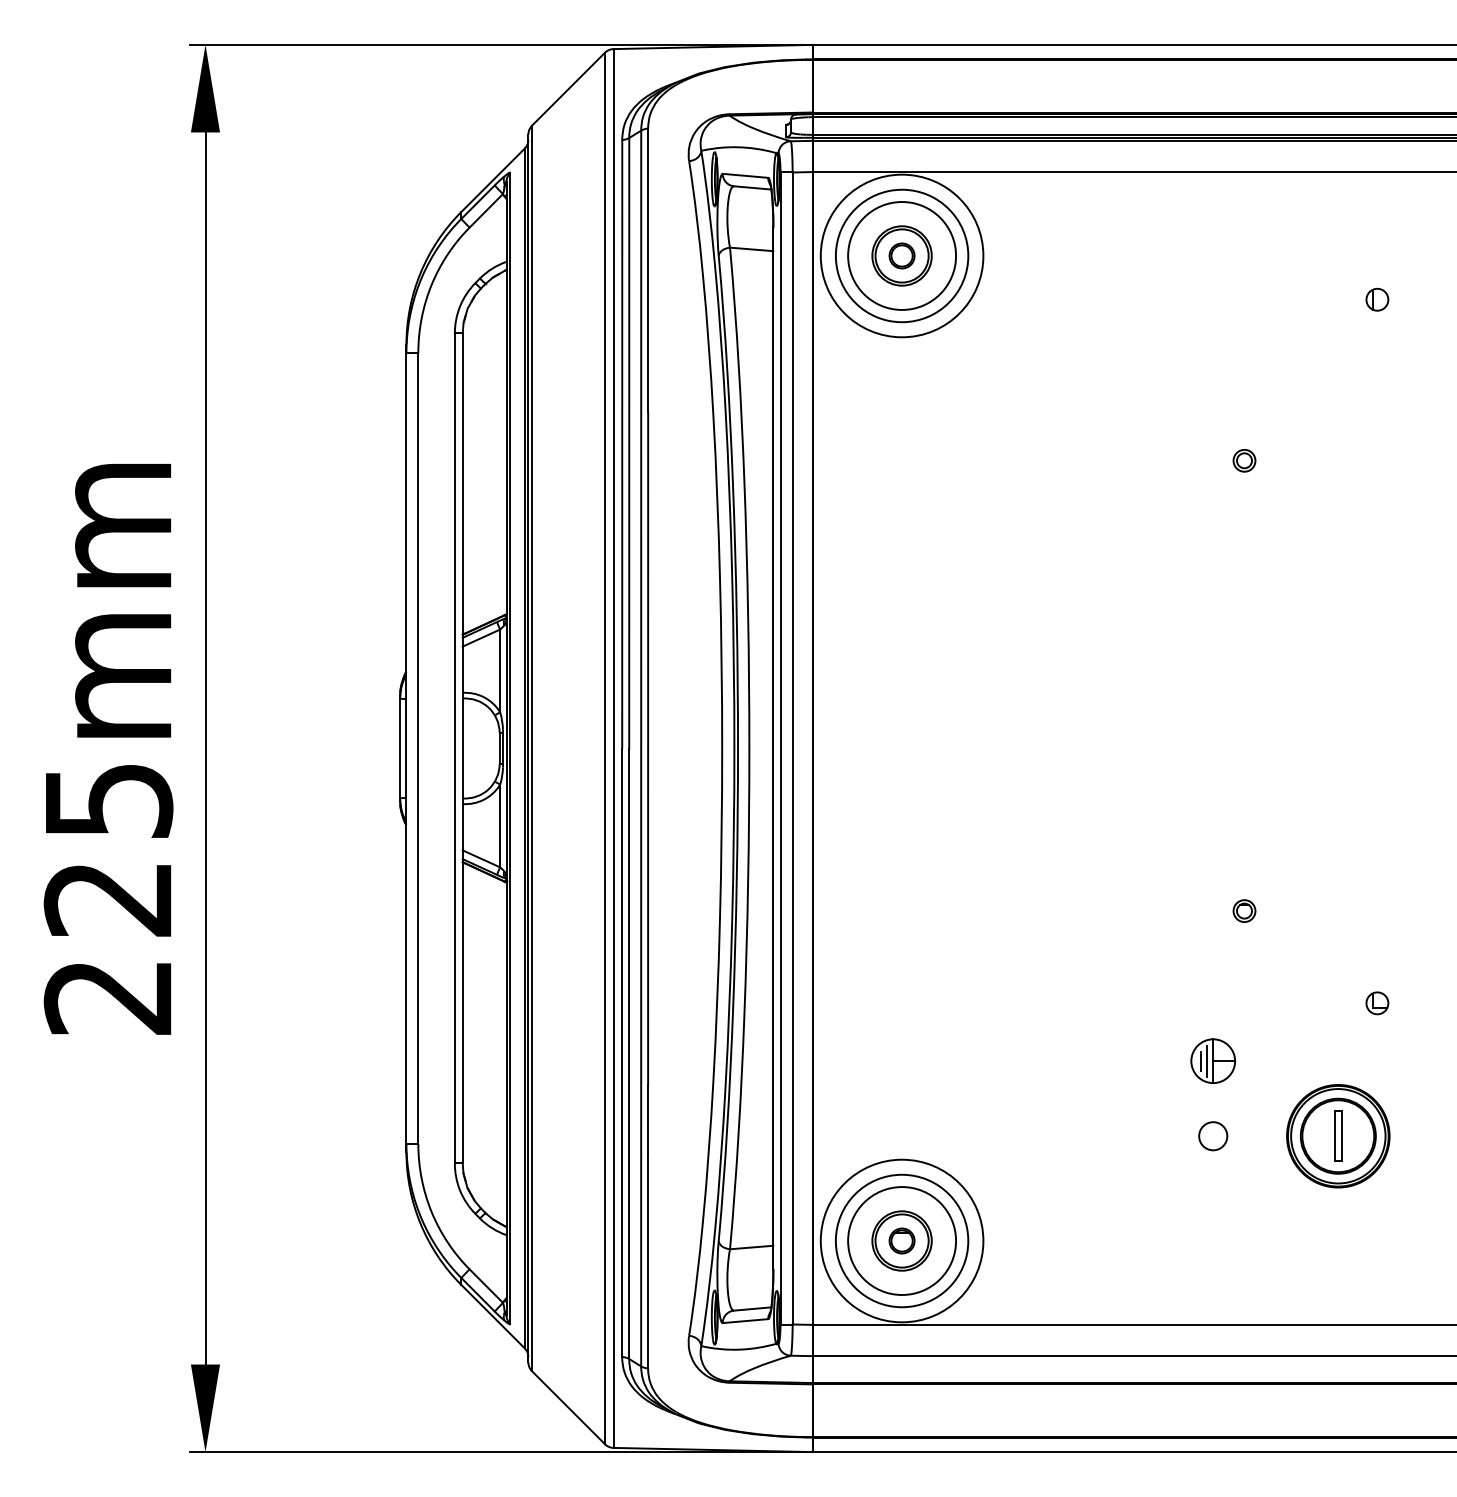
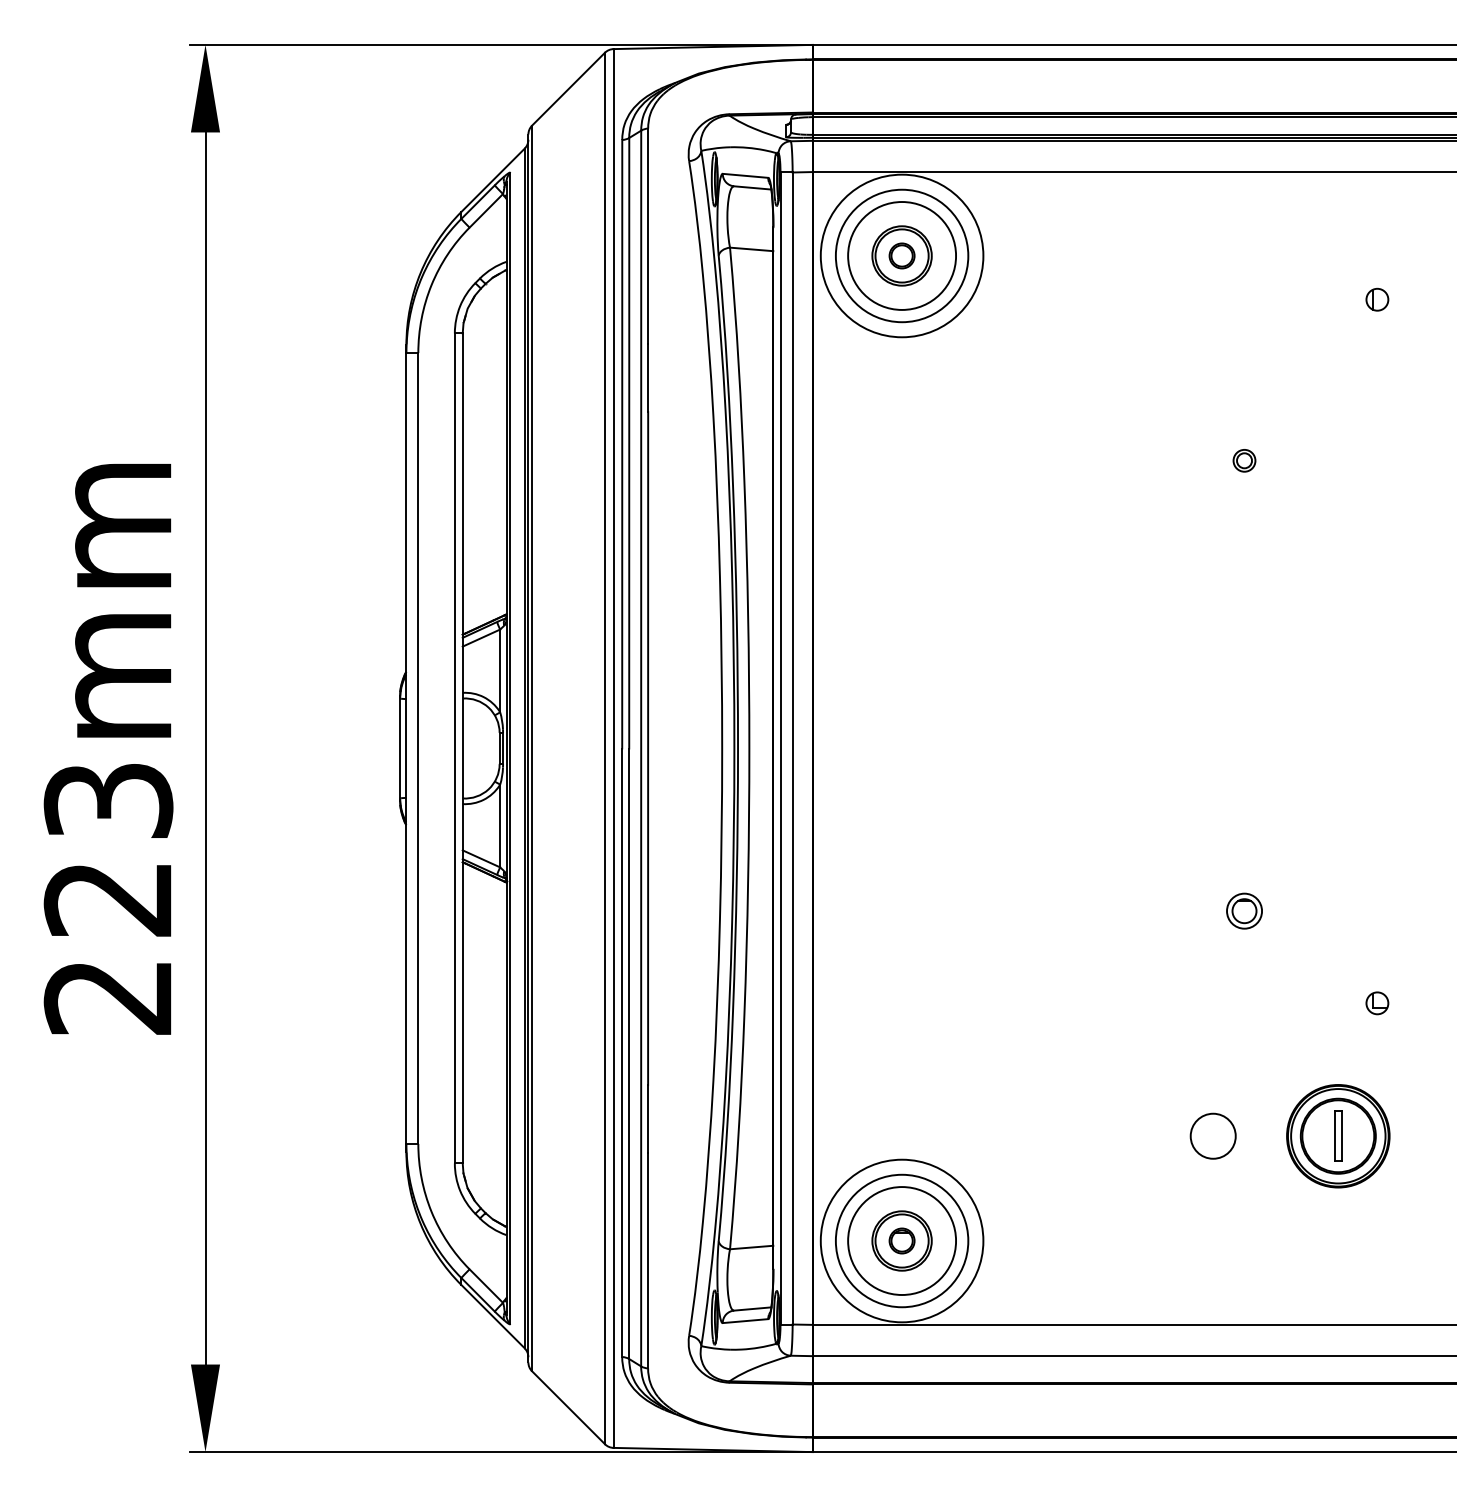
text at (108, 800): 225mm -> 223mm
part at (1244, 910) size: 25x24 px -> 37x38 px
part at (1212, 1060): present -> none
circle at (1213, 1136) diameter: 28 px -> 45 px
